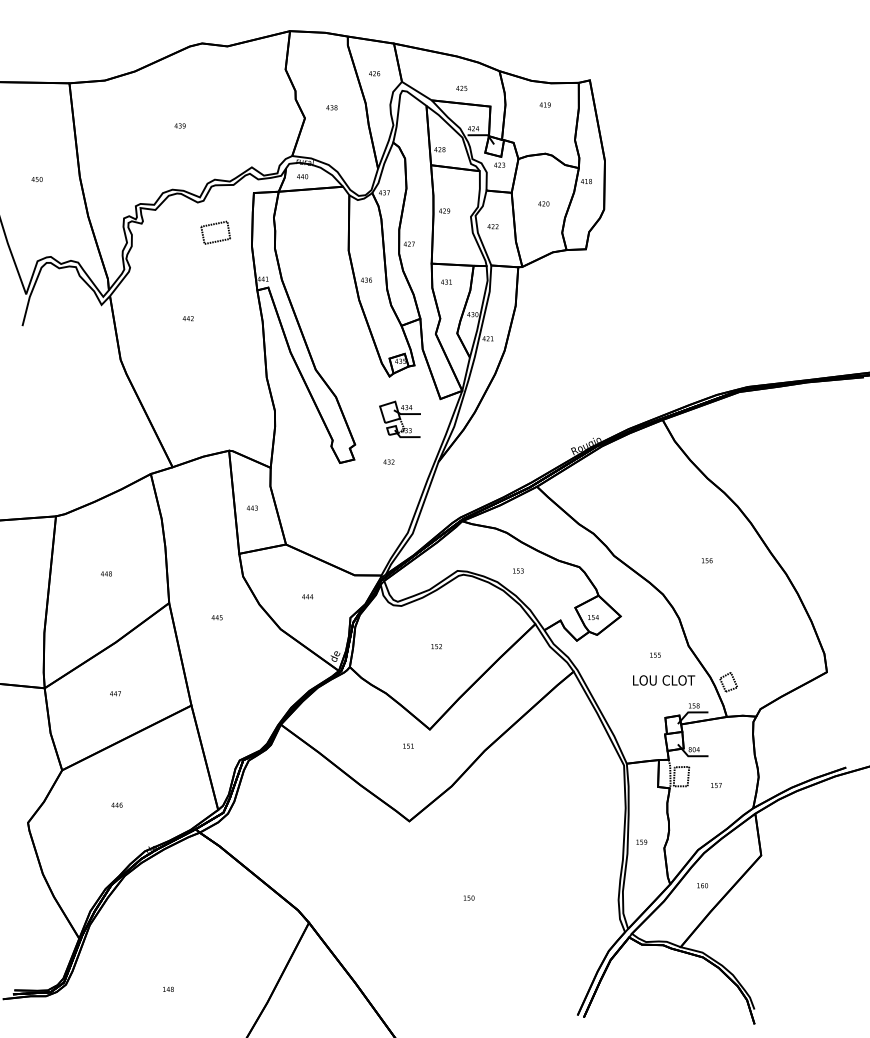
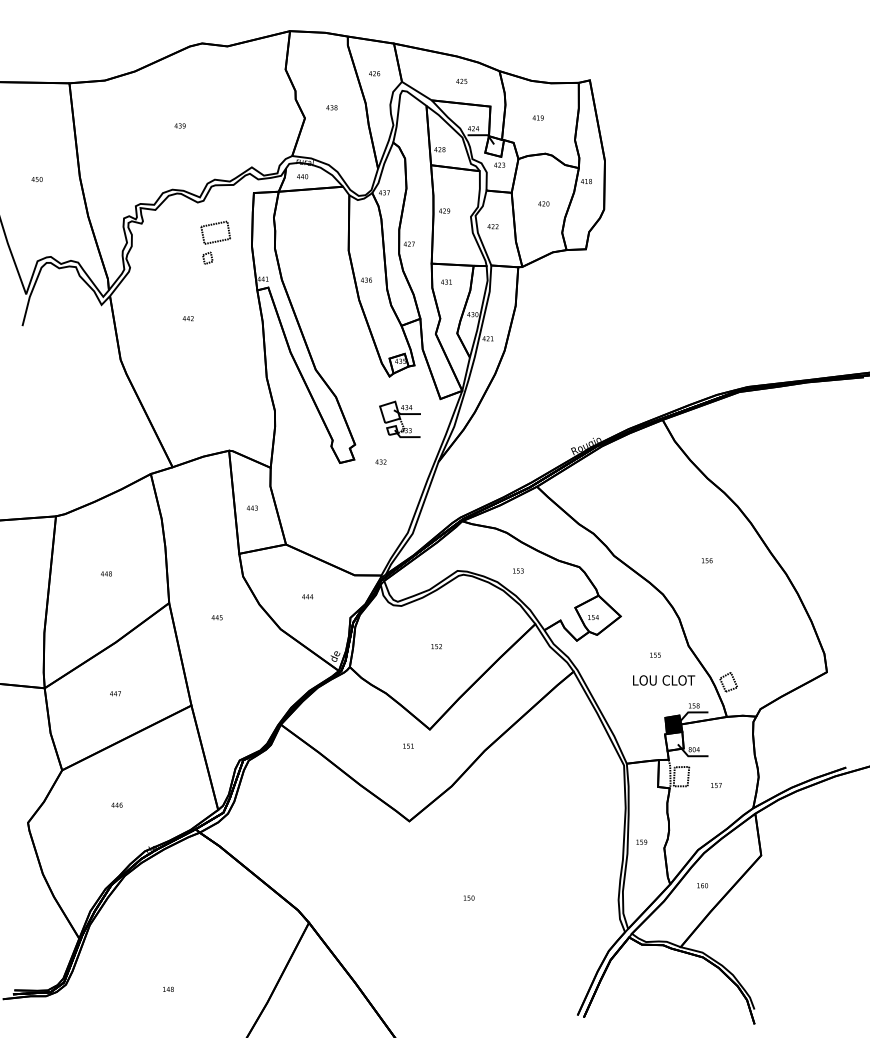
text at (461, 87) position: (461, 87) -> (461, 80)
text at (544, 104) position: (544, 104) -> (537, 117)
part at (207, 257): none -> present
text at (388, 461) position: (388, 461) -> (380, 461)
fill at (673, 724): none -> present
